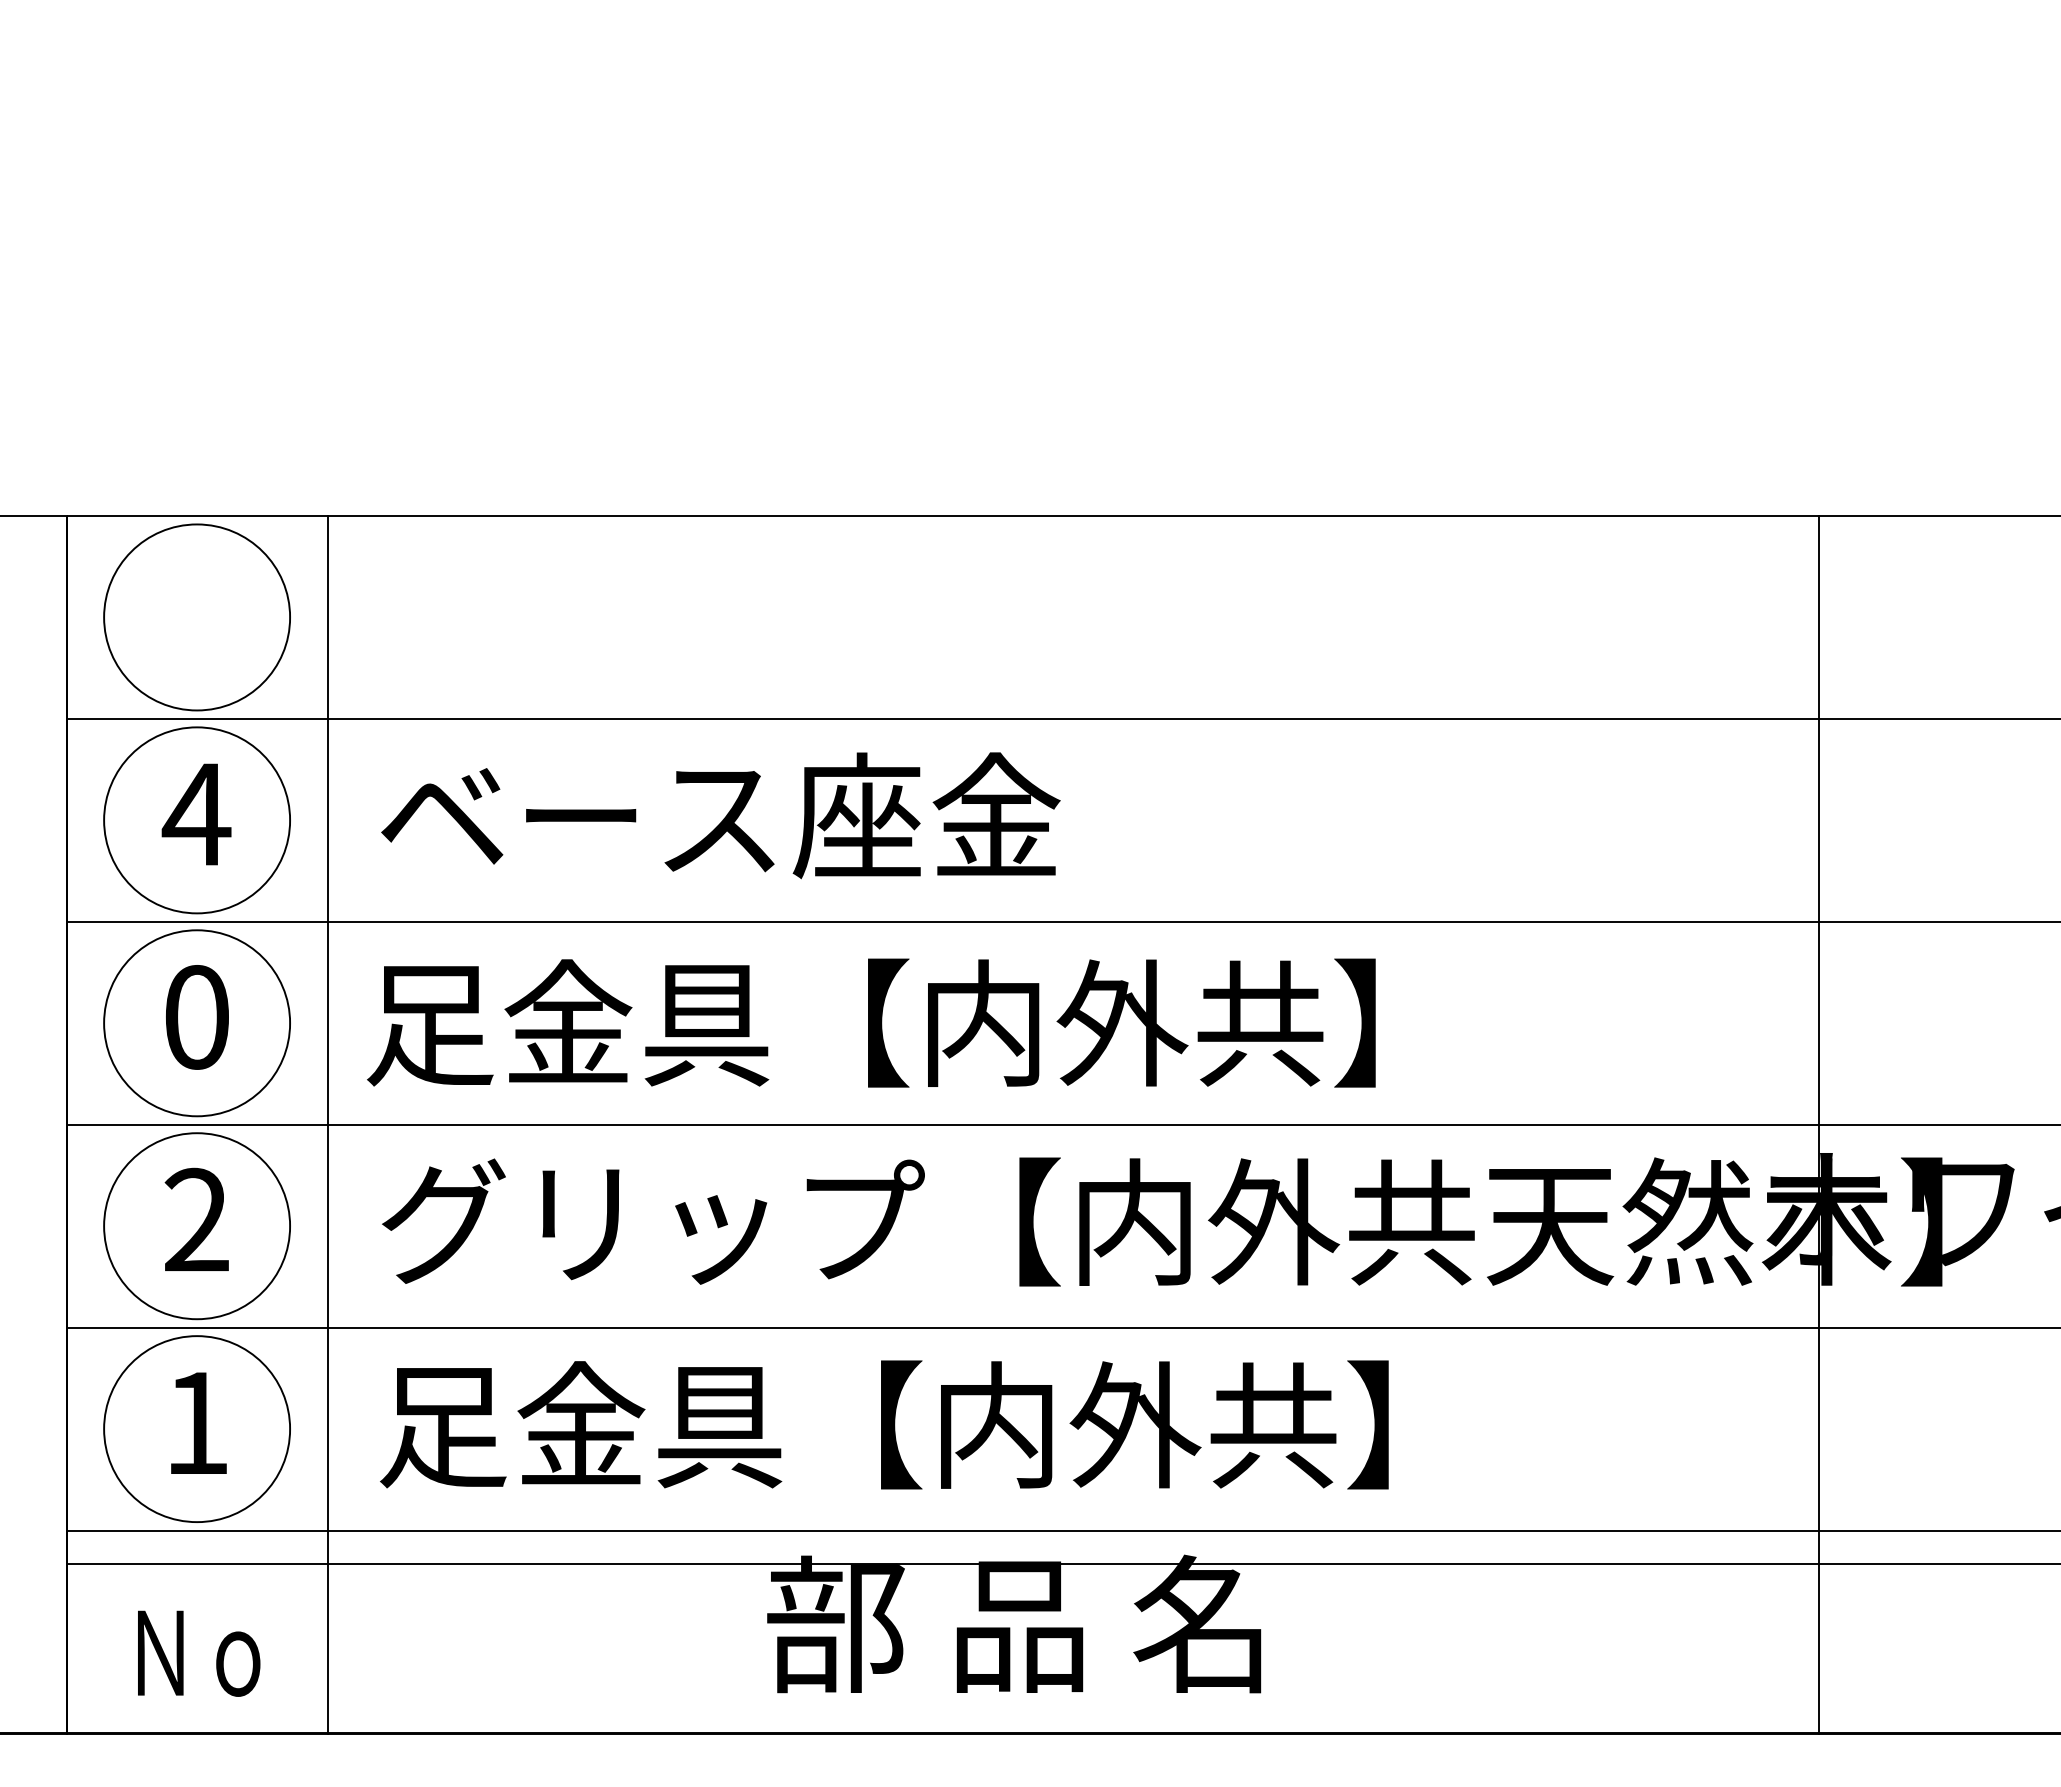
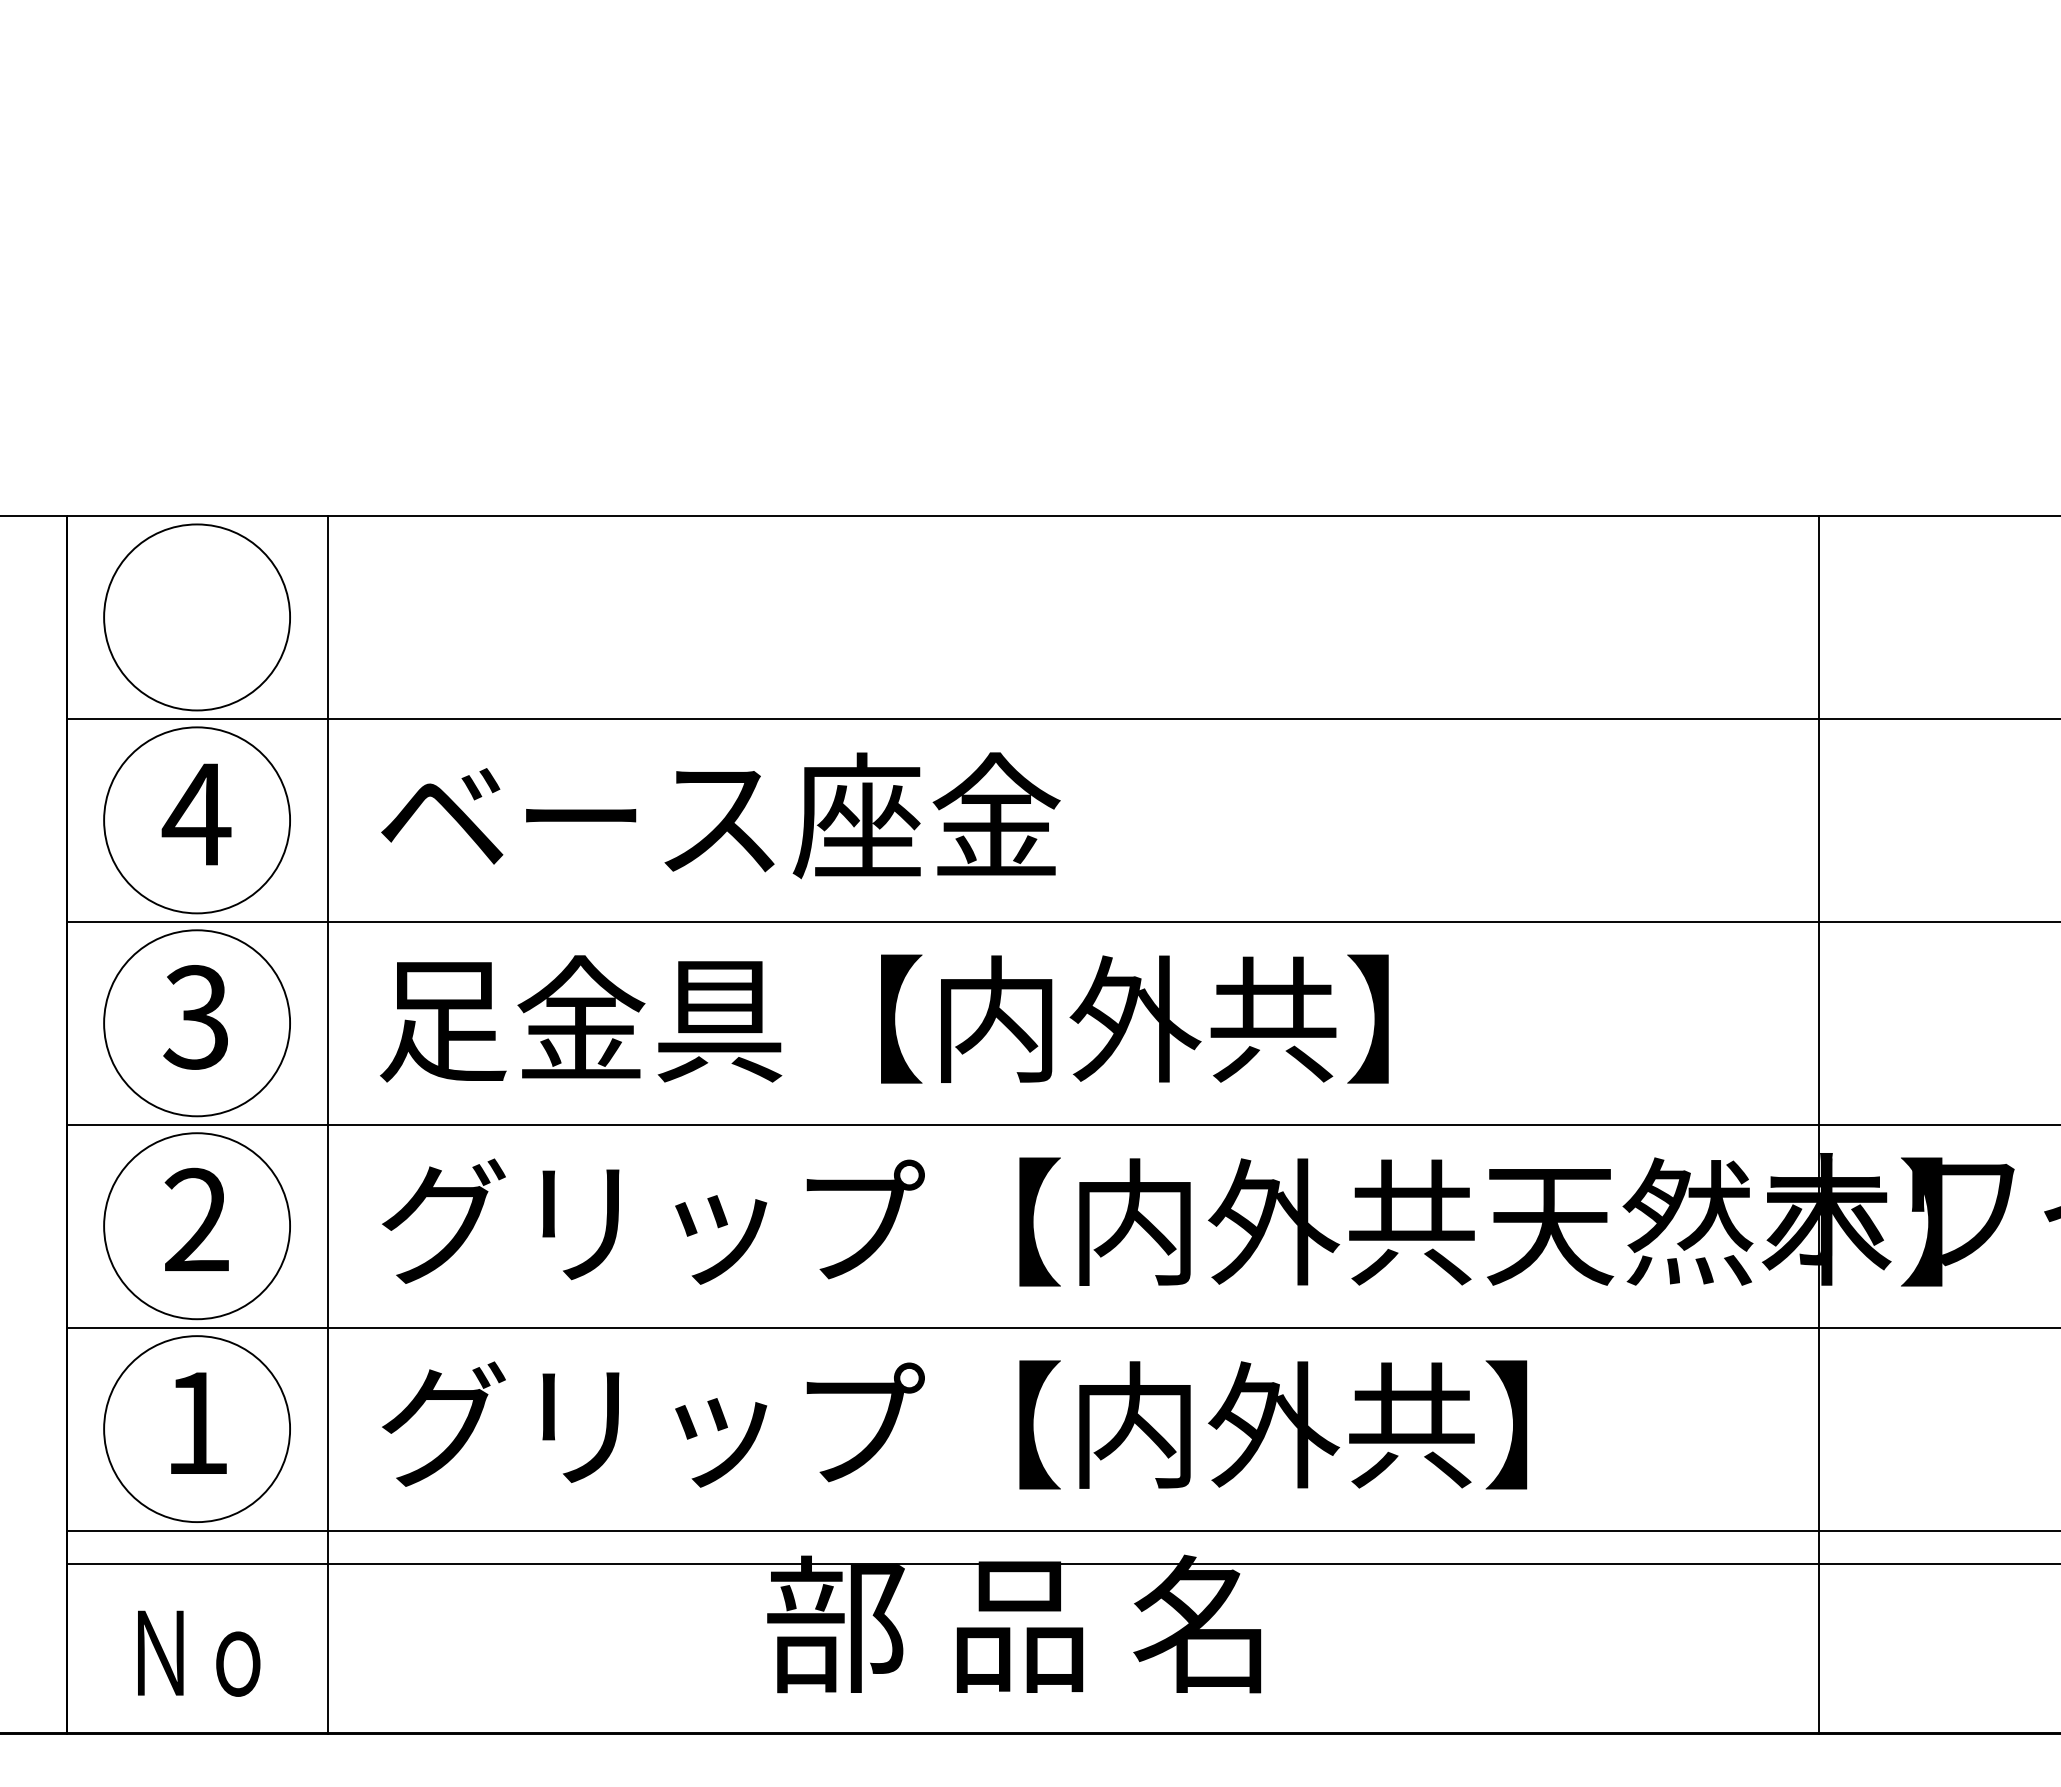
text at (195, 1017): 0 -> 3
text at (871, 1022) position: (871, 1022) -> (884, 1018)
text at (953, 1424): 足金具【内外共】 -> グリップ【内外共】
